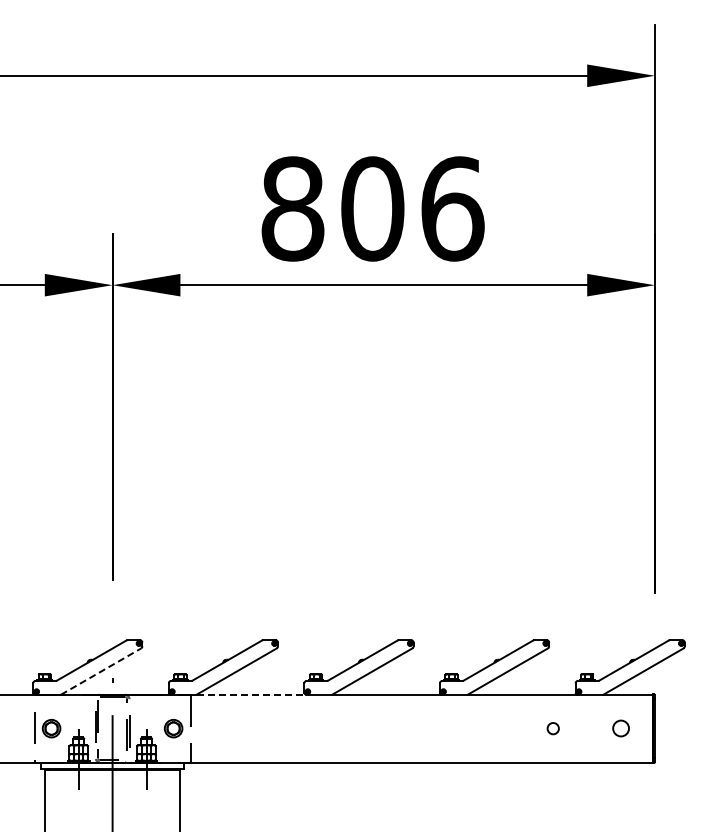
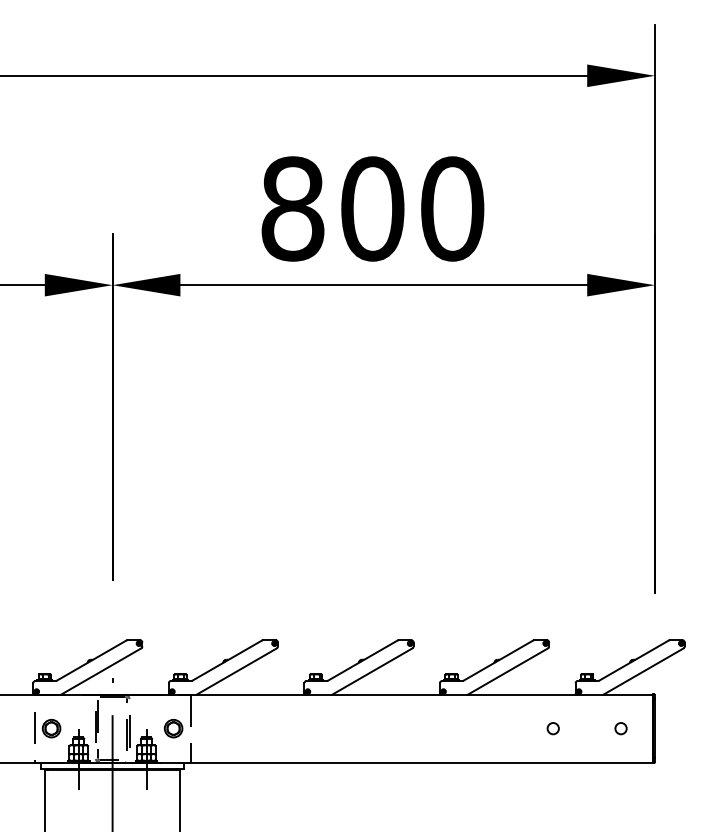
text at (452, 208): 806 -> 800
line at (101, 671): dashed -> solid
line at (251, 694): dashed -> solid
circle at (620, 728) size: 18x19 px -> 14x14 px
